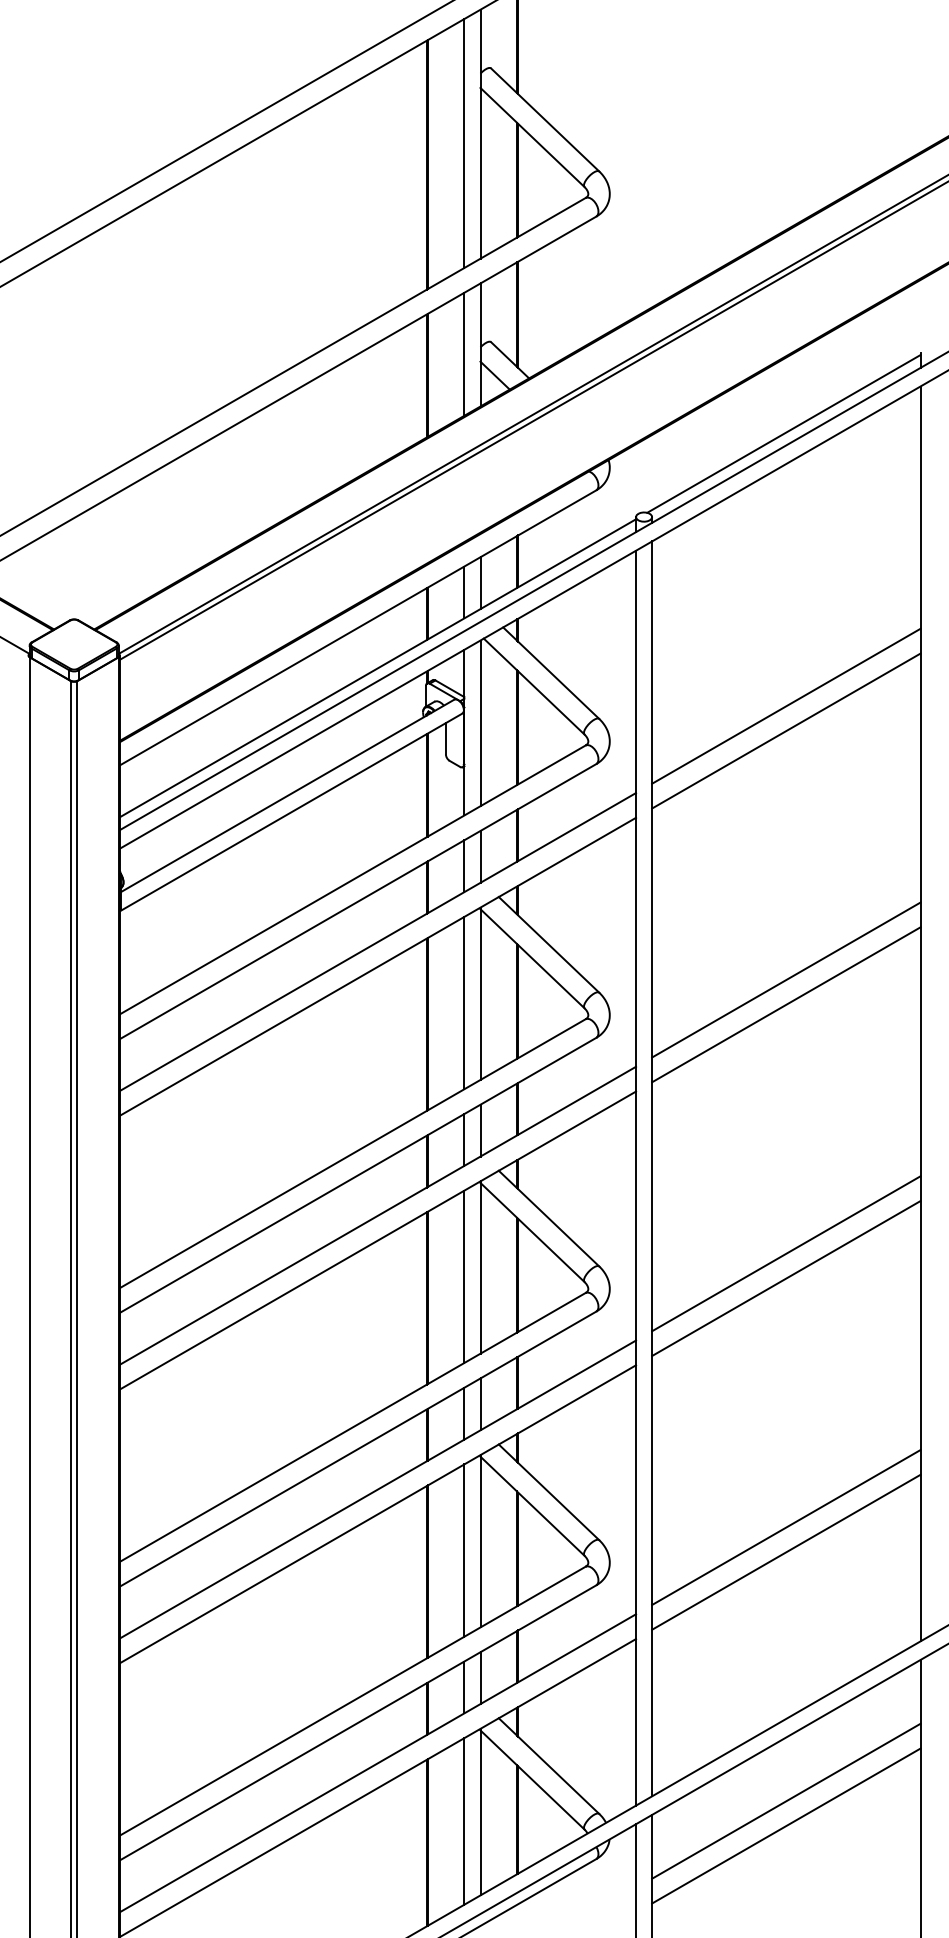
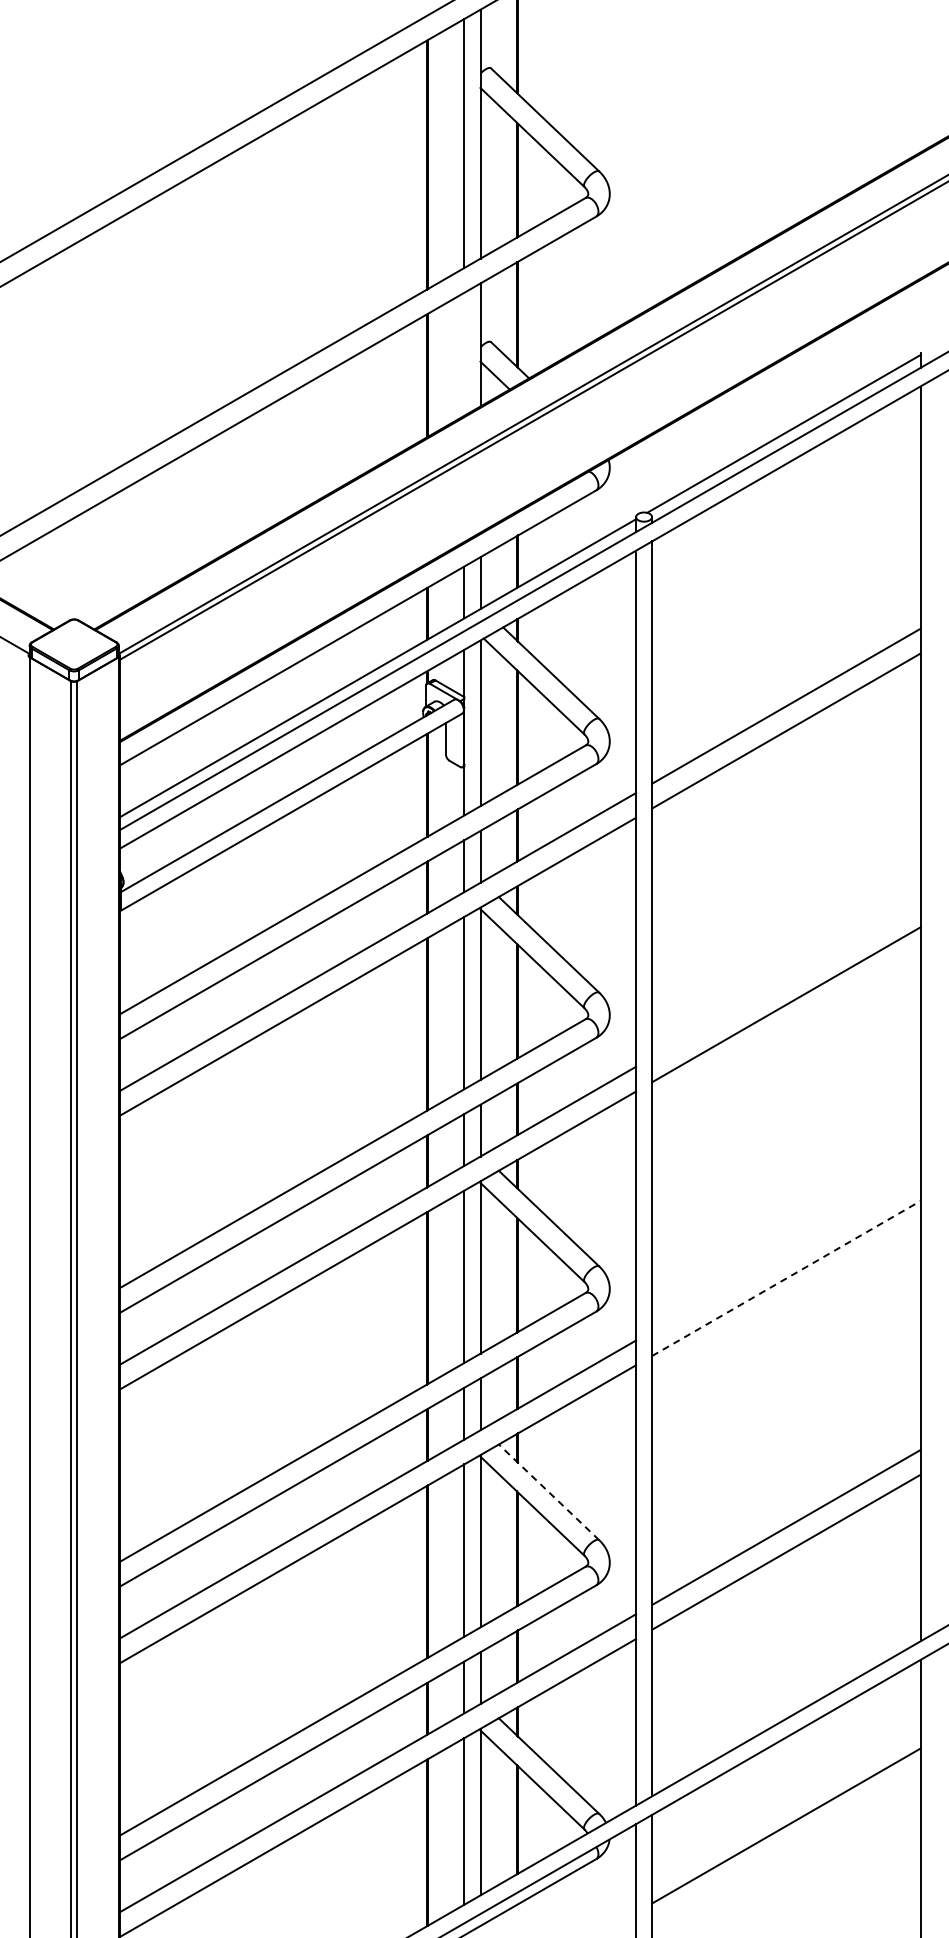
line at (464, 353): present -> none
line at (786, 979): present -> none
line at (786, 1253): present -> none
line at (786, 1278): solid -> dashed
line at (548, 1492): solid -> dashed
line at (786, 1800): present -> none
